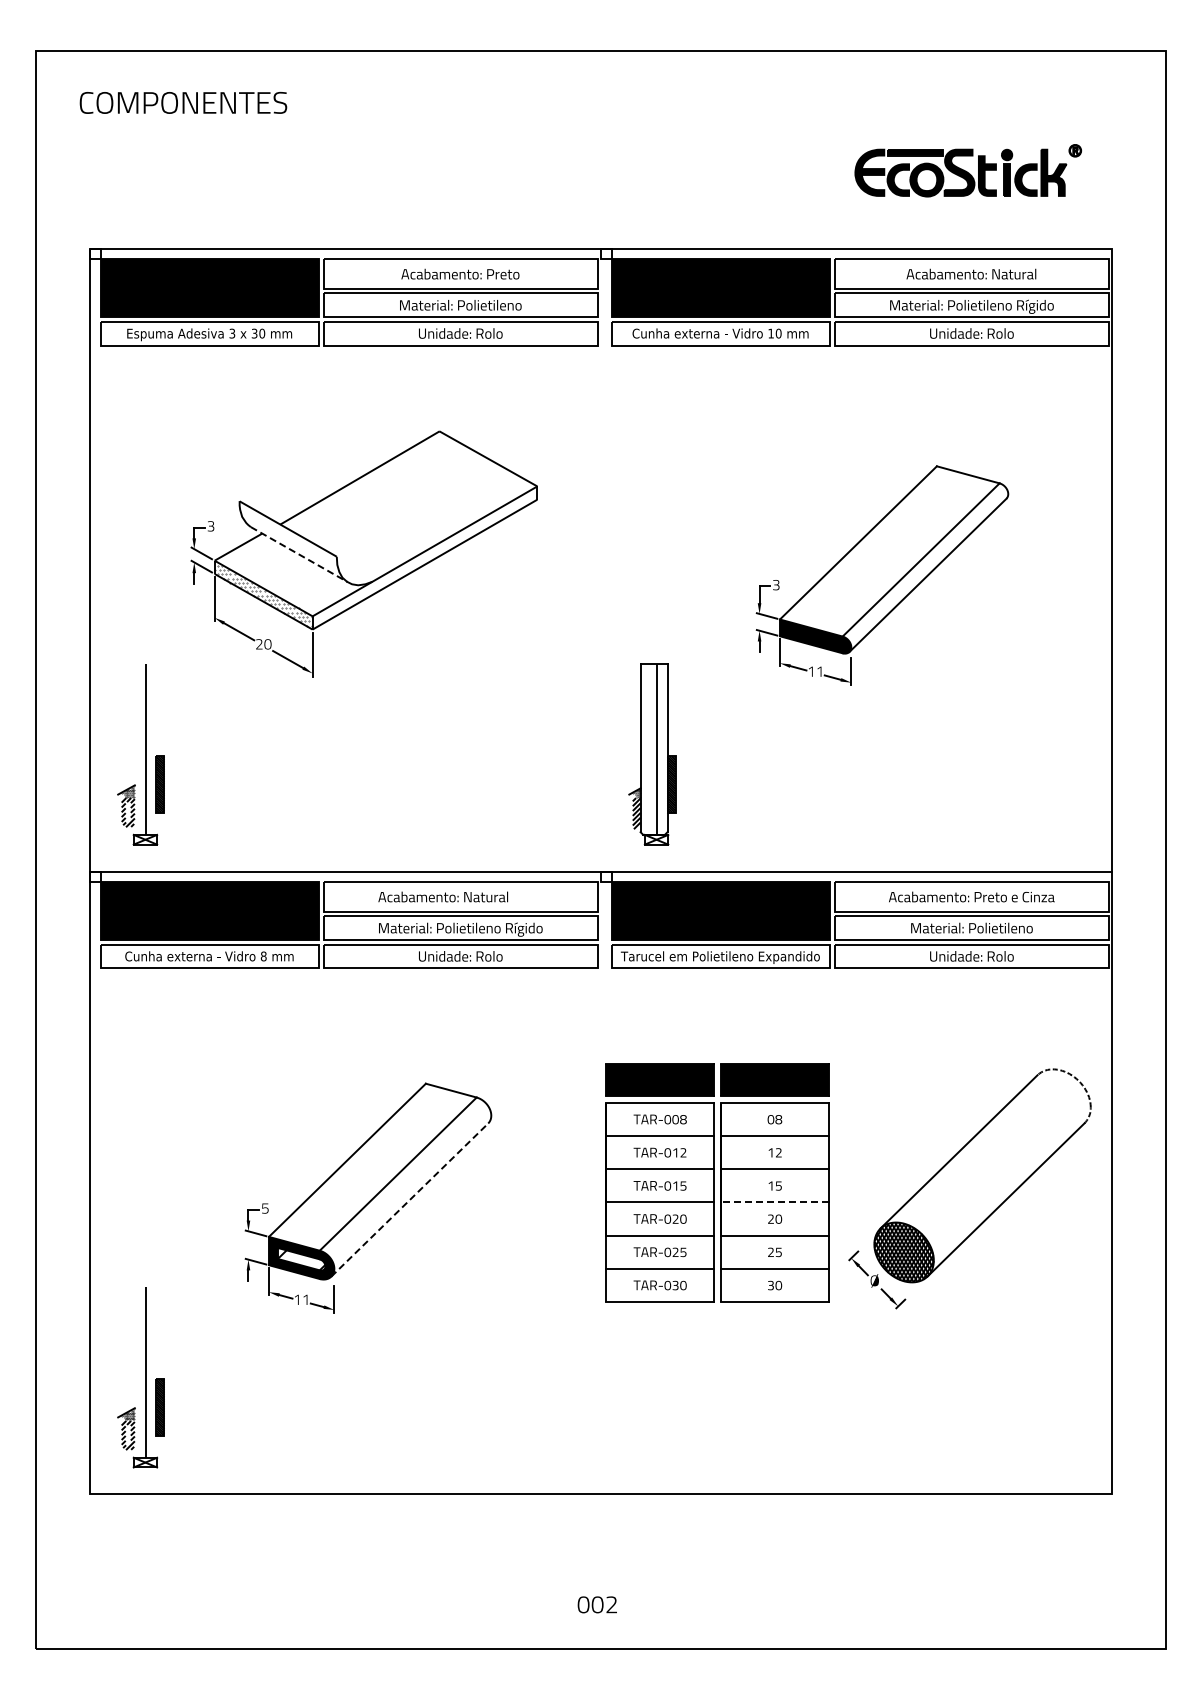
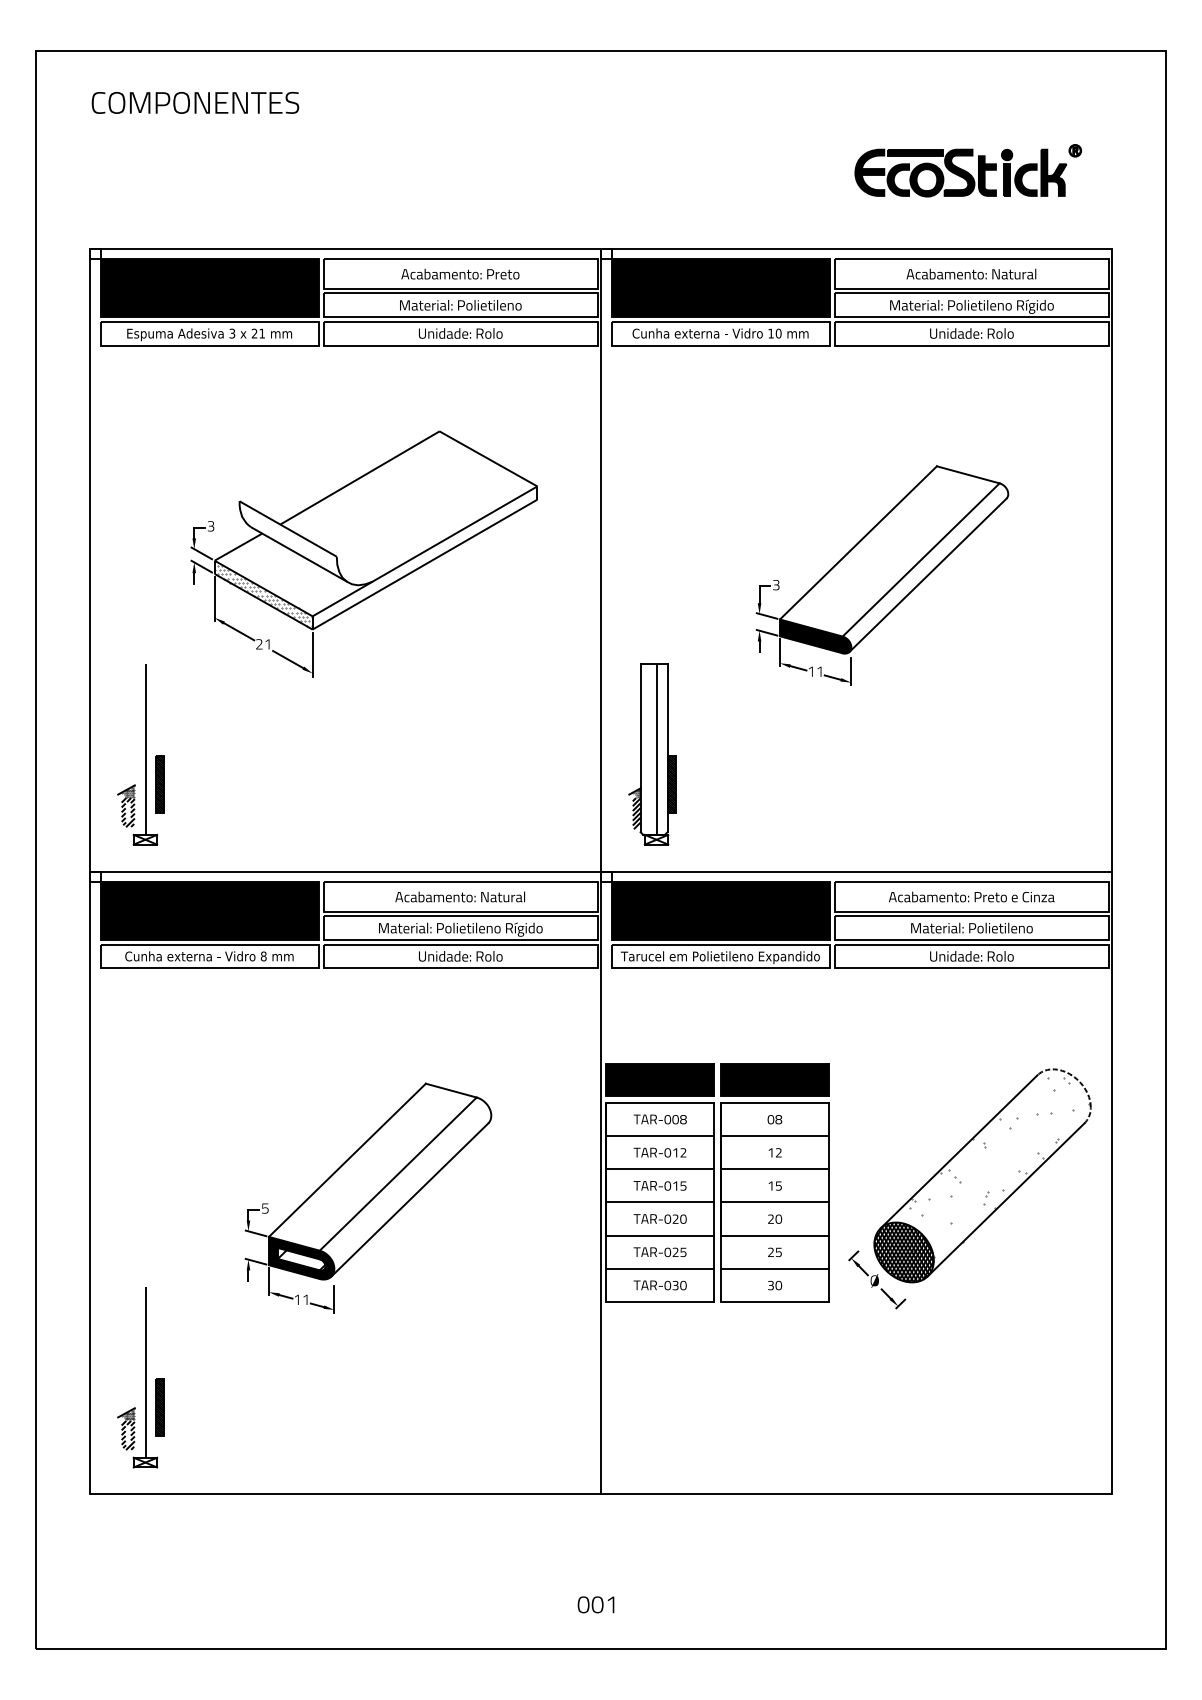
text at (183, 102) position: (183, 102) -> (195, 102)
text at (258, 333): 30 -> 21
line at (299, 554): dashed -> solid
text at (267, 644): 20 -> 21
line at (600, 871): none -> present
text at (443, 896) position: (443, 896) -> (460, 896)
hatch at (983, 1175): none -> present
line at (409, 1200): dashed -> solid
line at (774, 1202): dashed -> solid
text at (611, 1604): 002 -> 001
